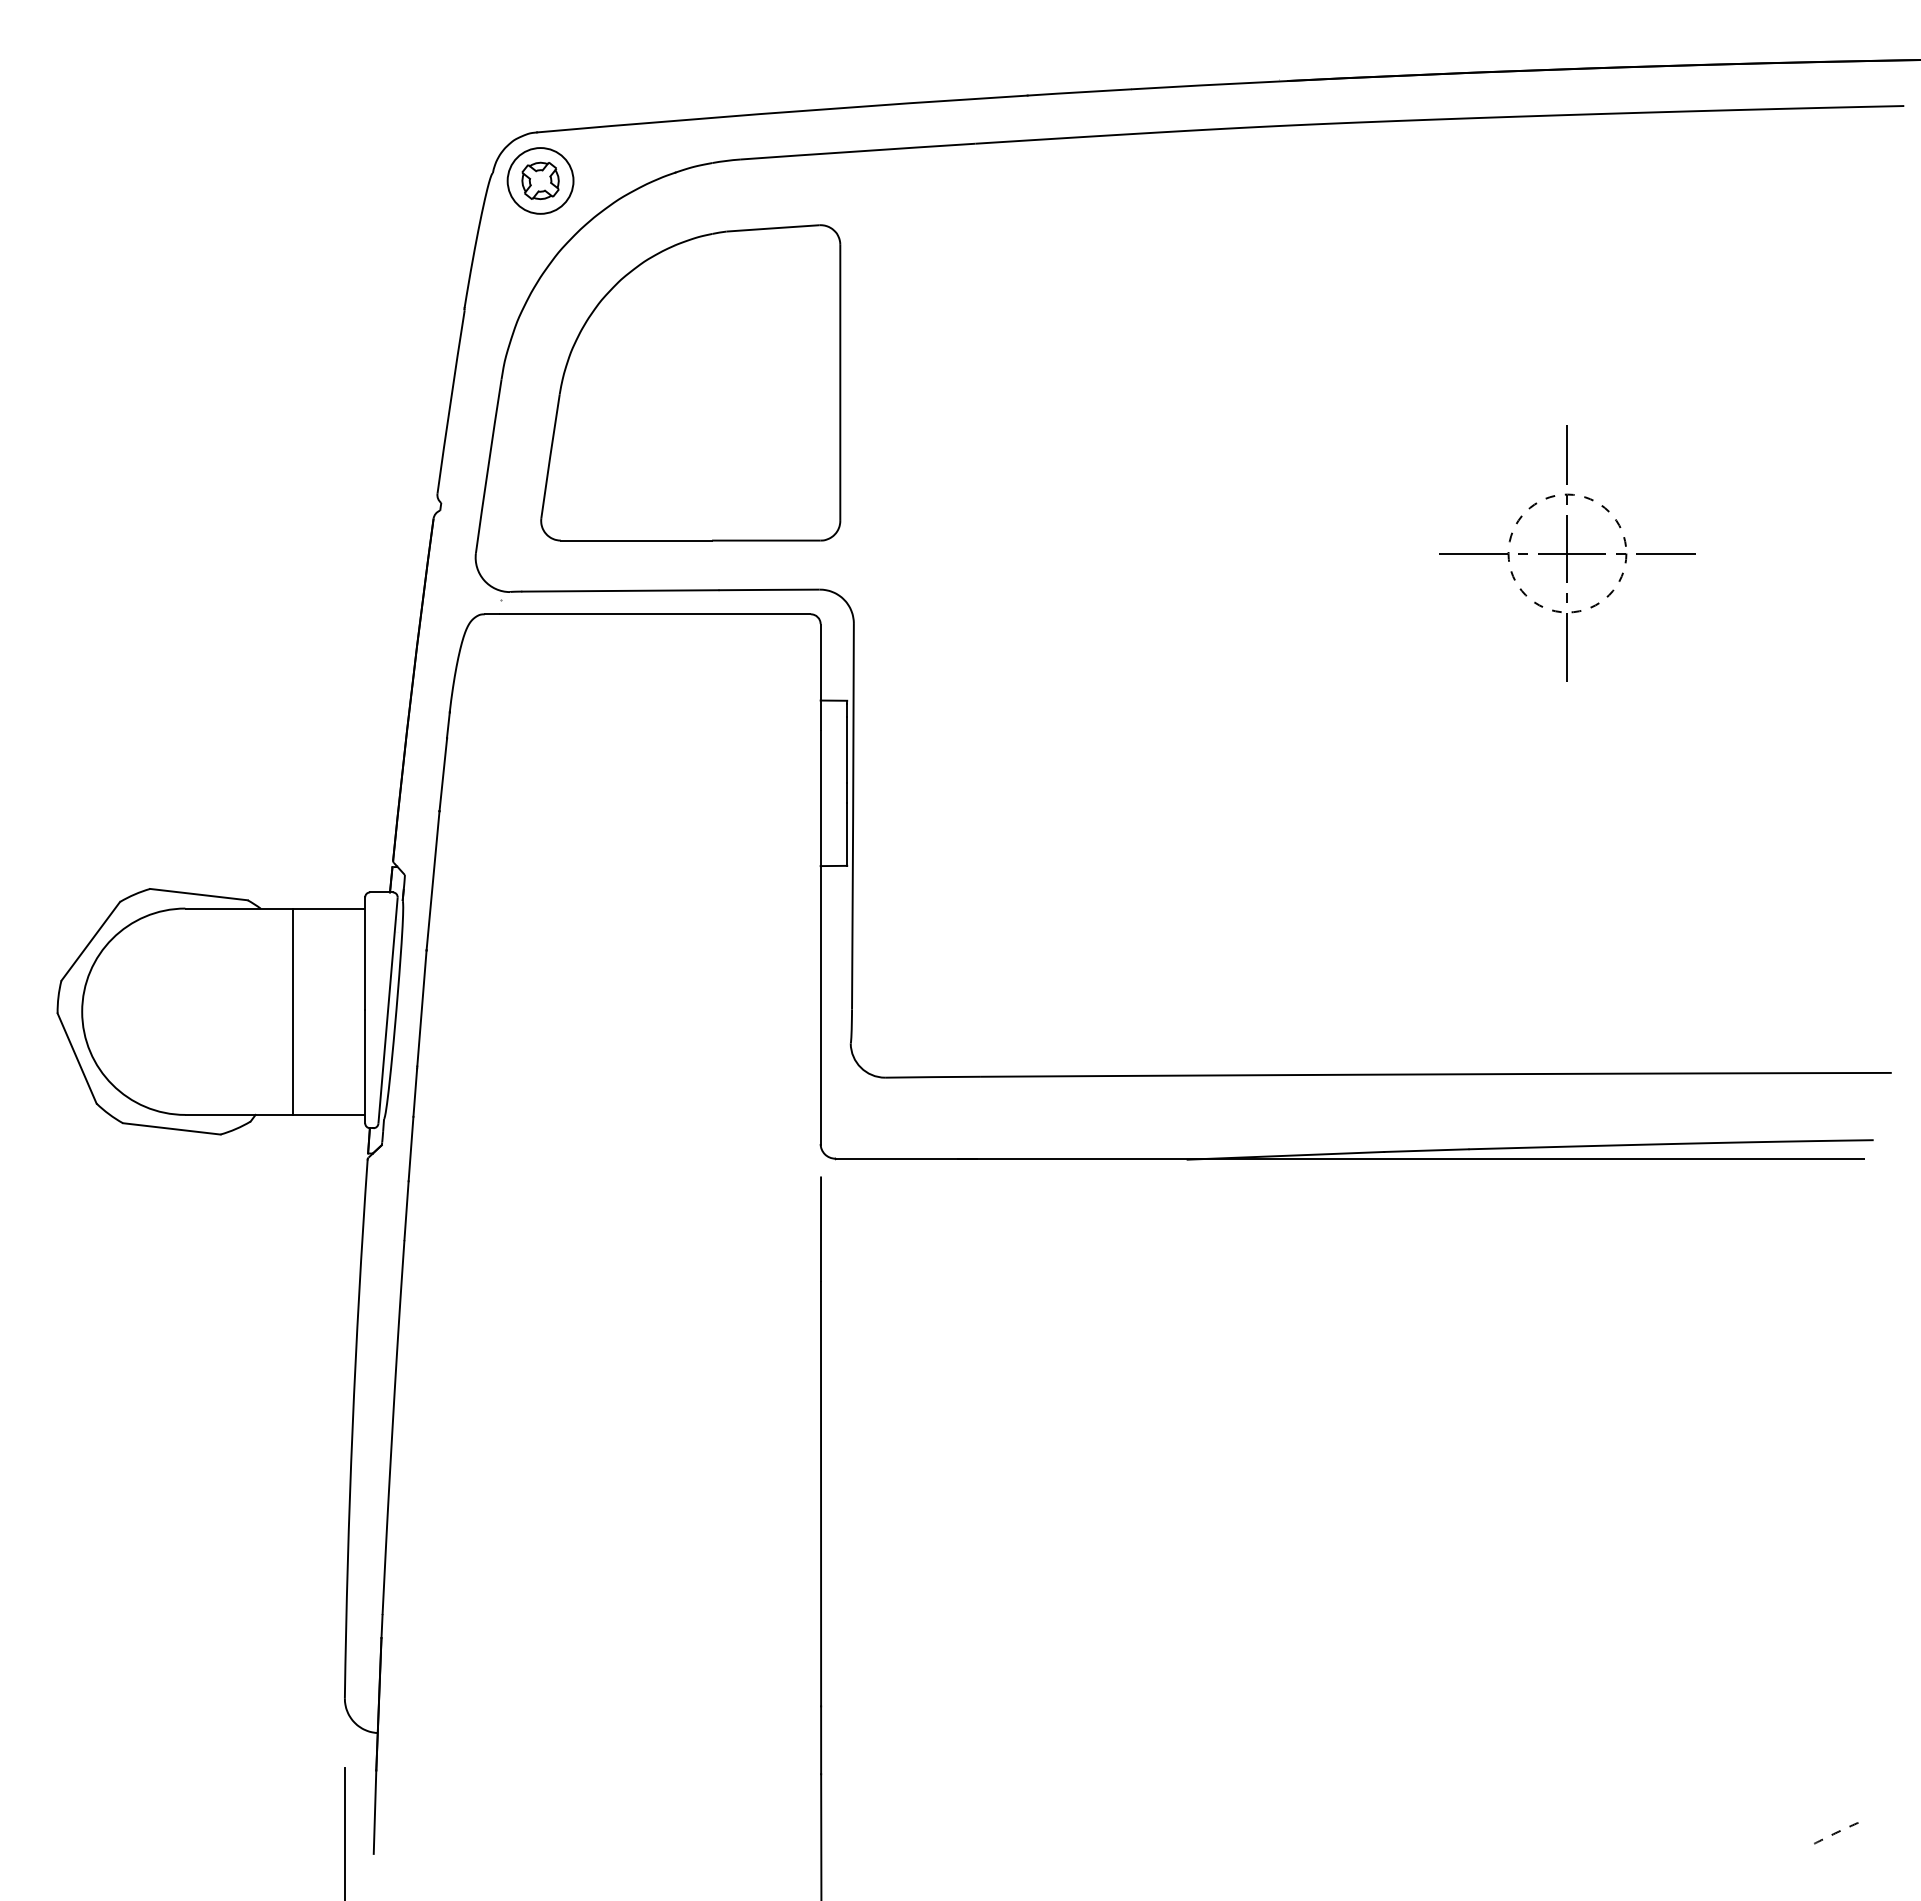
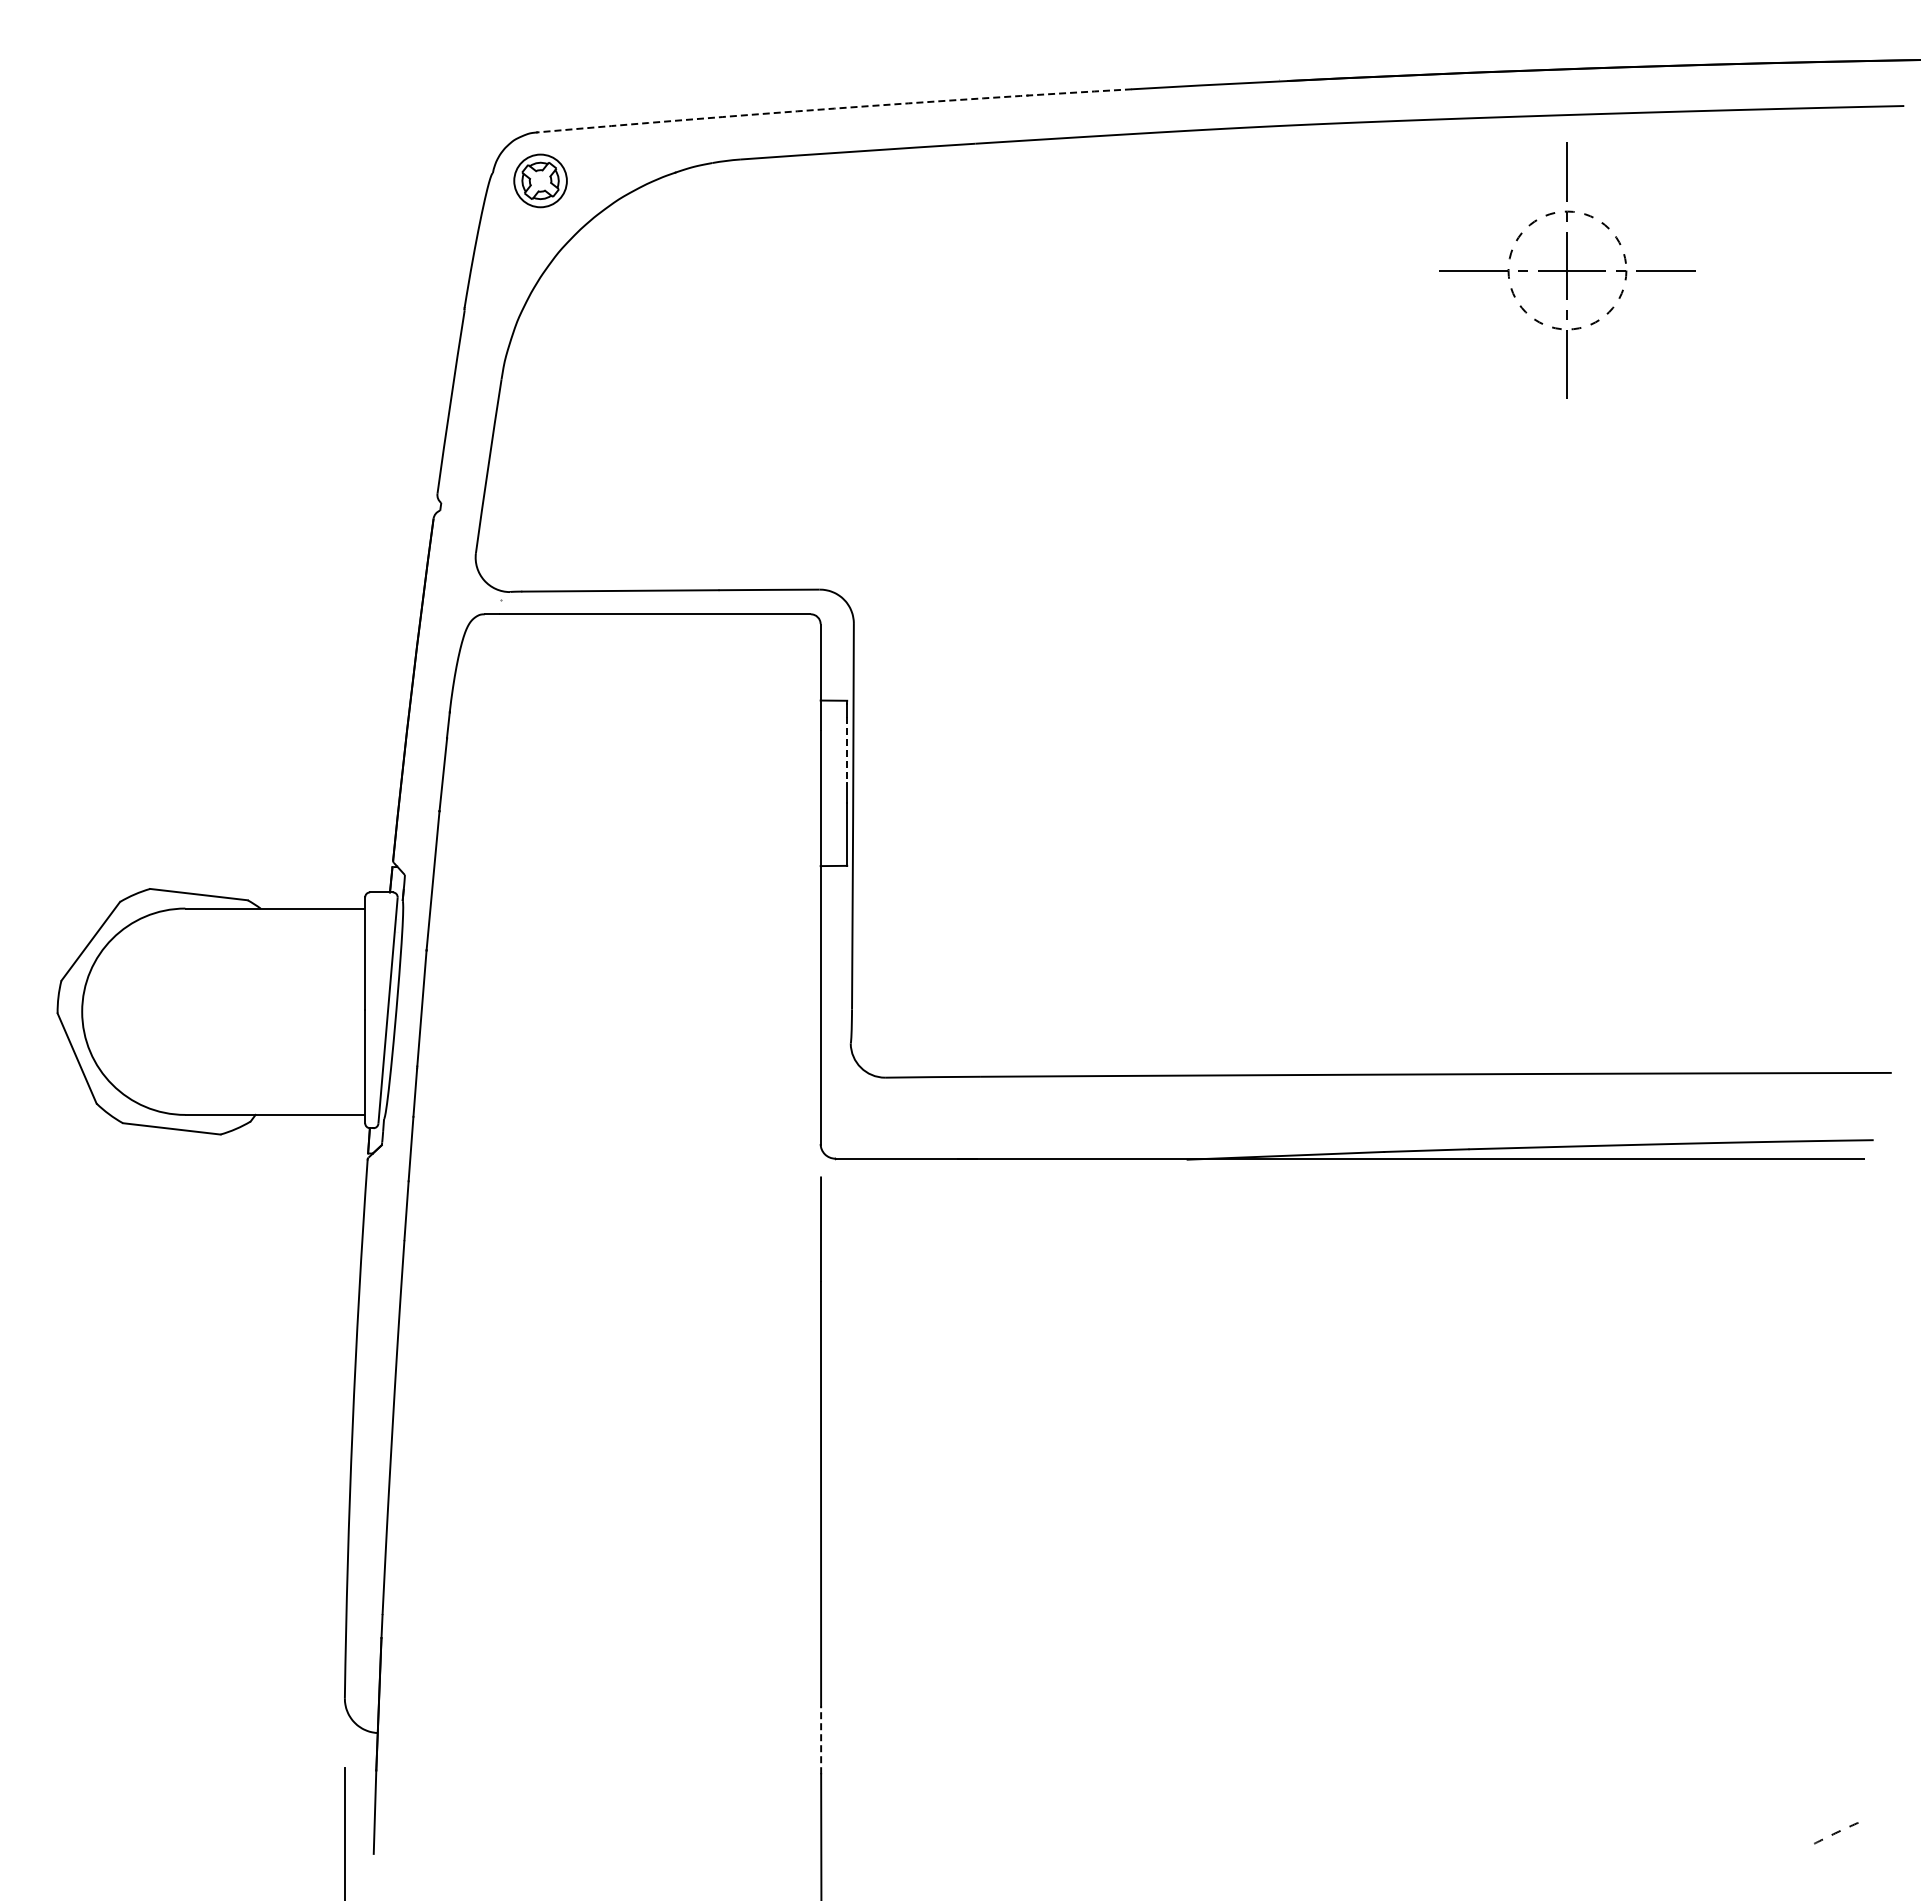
arc at (834, 108): solid -> dashed
circle at (540, 180) diameter: 66 px -> 53 px
part at (690, 382): present -> none
part at (1567, 553) position: (1567, 553) -> (1567, 270)
line at (847, 750): solid -> dashed
line at (293, 1011): present -> none
line at (821, 1740): solid -> dashed
